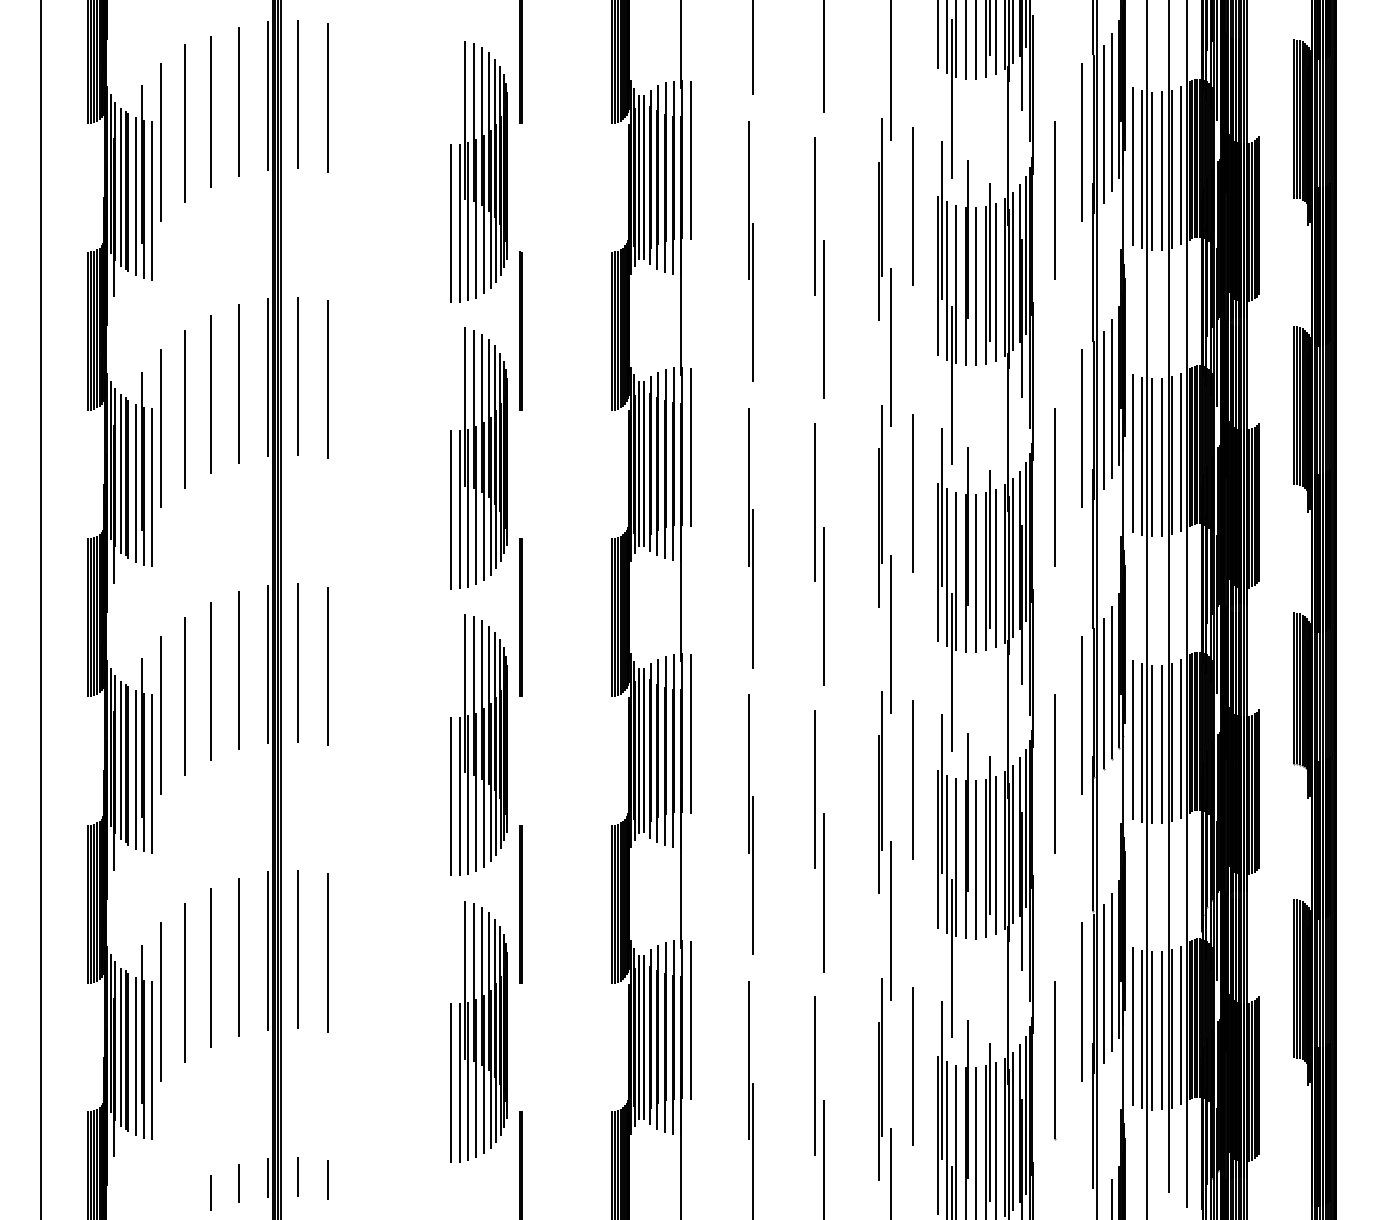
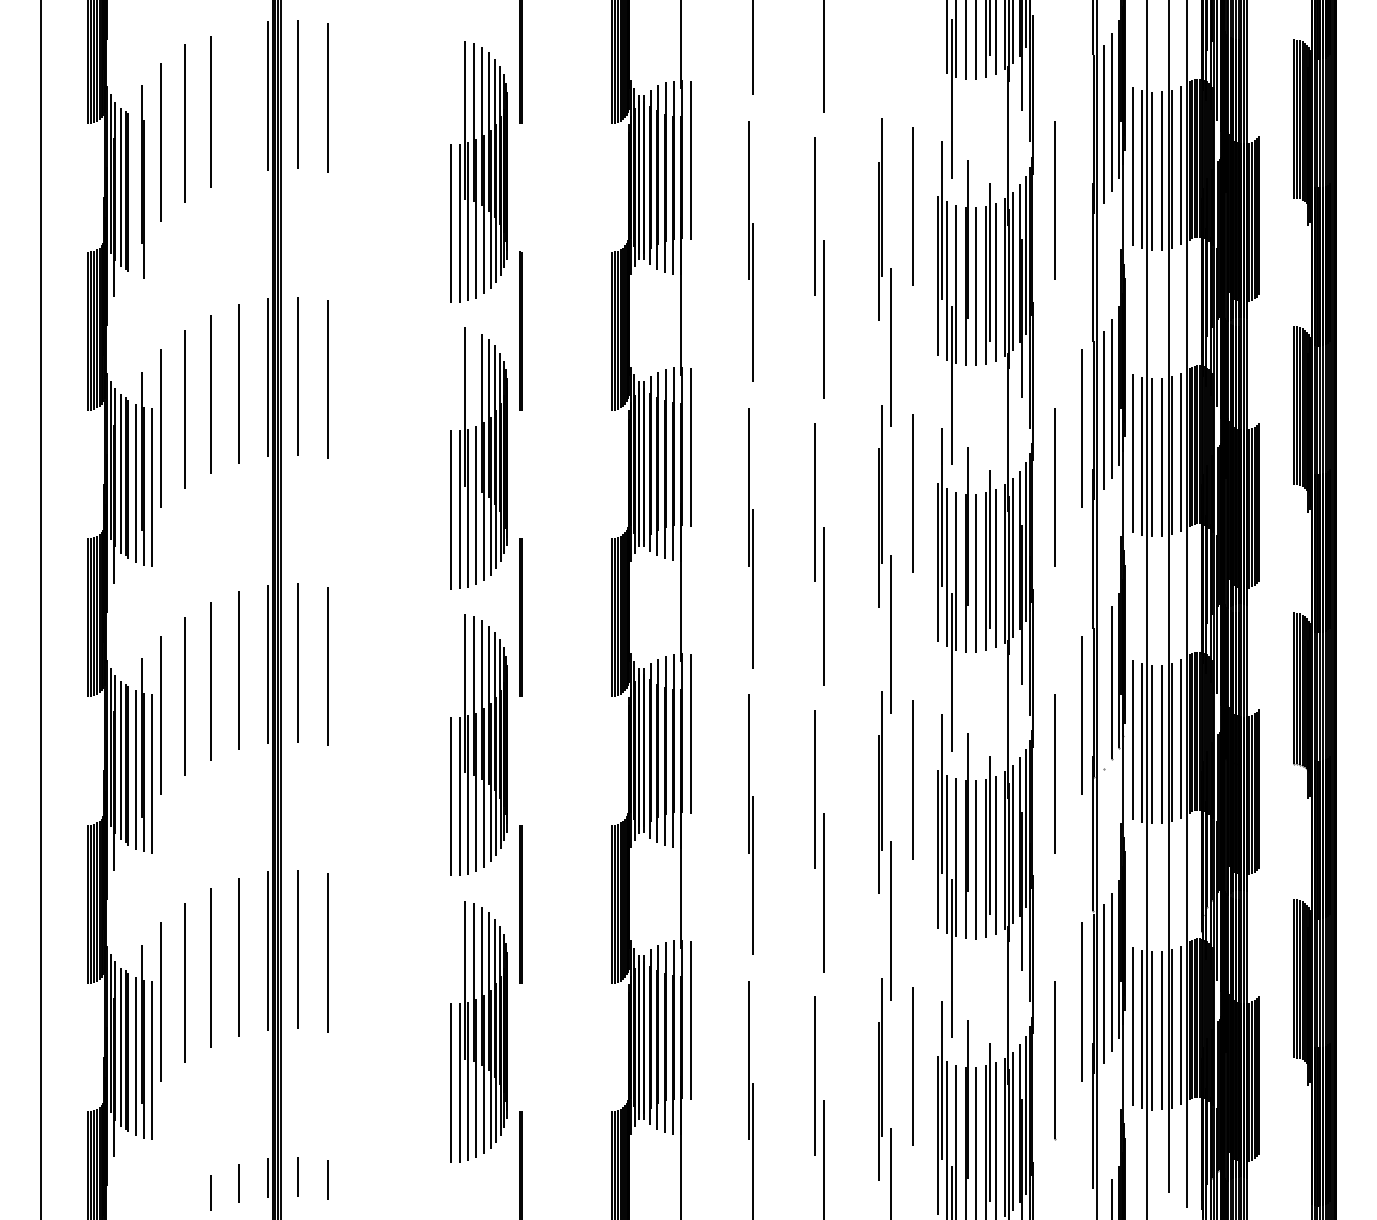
line at (937, 35): present -> none
line at (890, 71): present -> none
line at (238, 101): present -> none
line at (1081, 142): present -> none
line at (135, 196): present -> none
line at (152, 200): present -> none
line at (473, 409): present -> none
line at (1103, 692): present -> none
